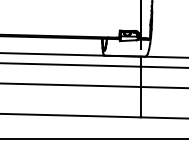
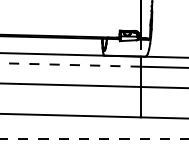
line at (70, 64): solid -> dashed
line at (93, 139): solid -> dashed
